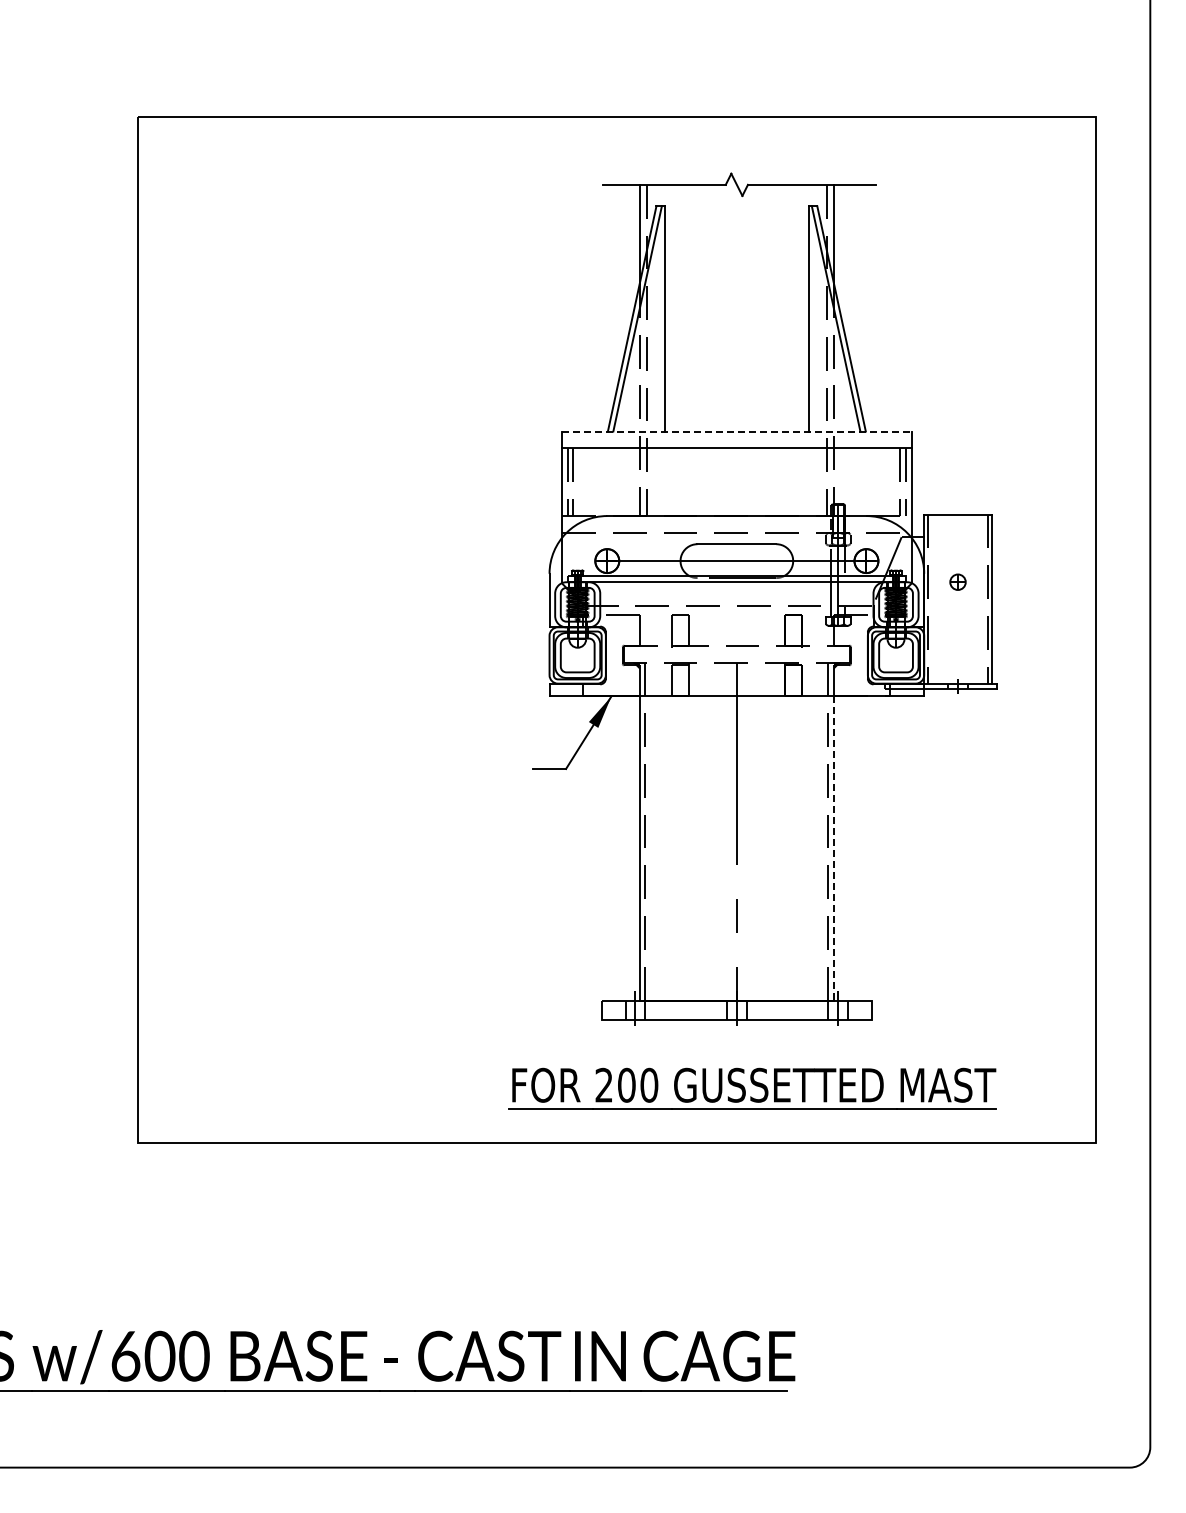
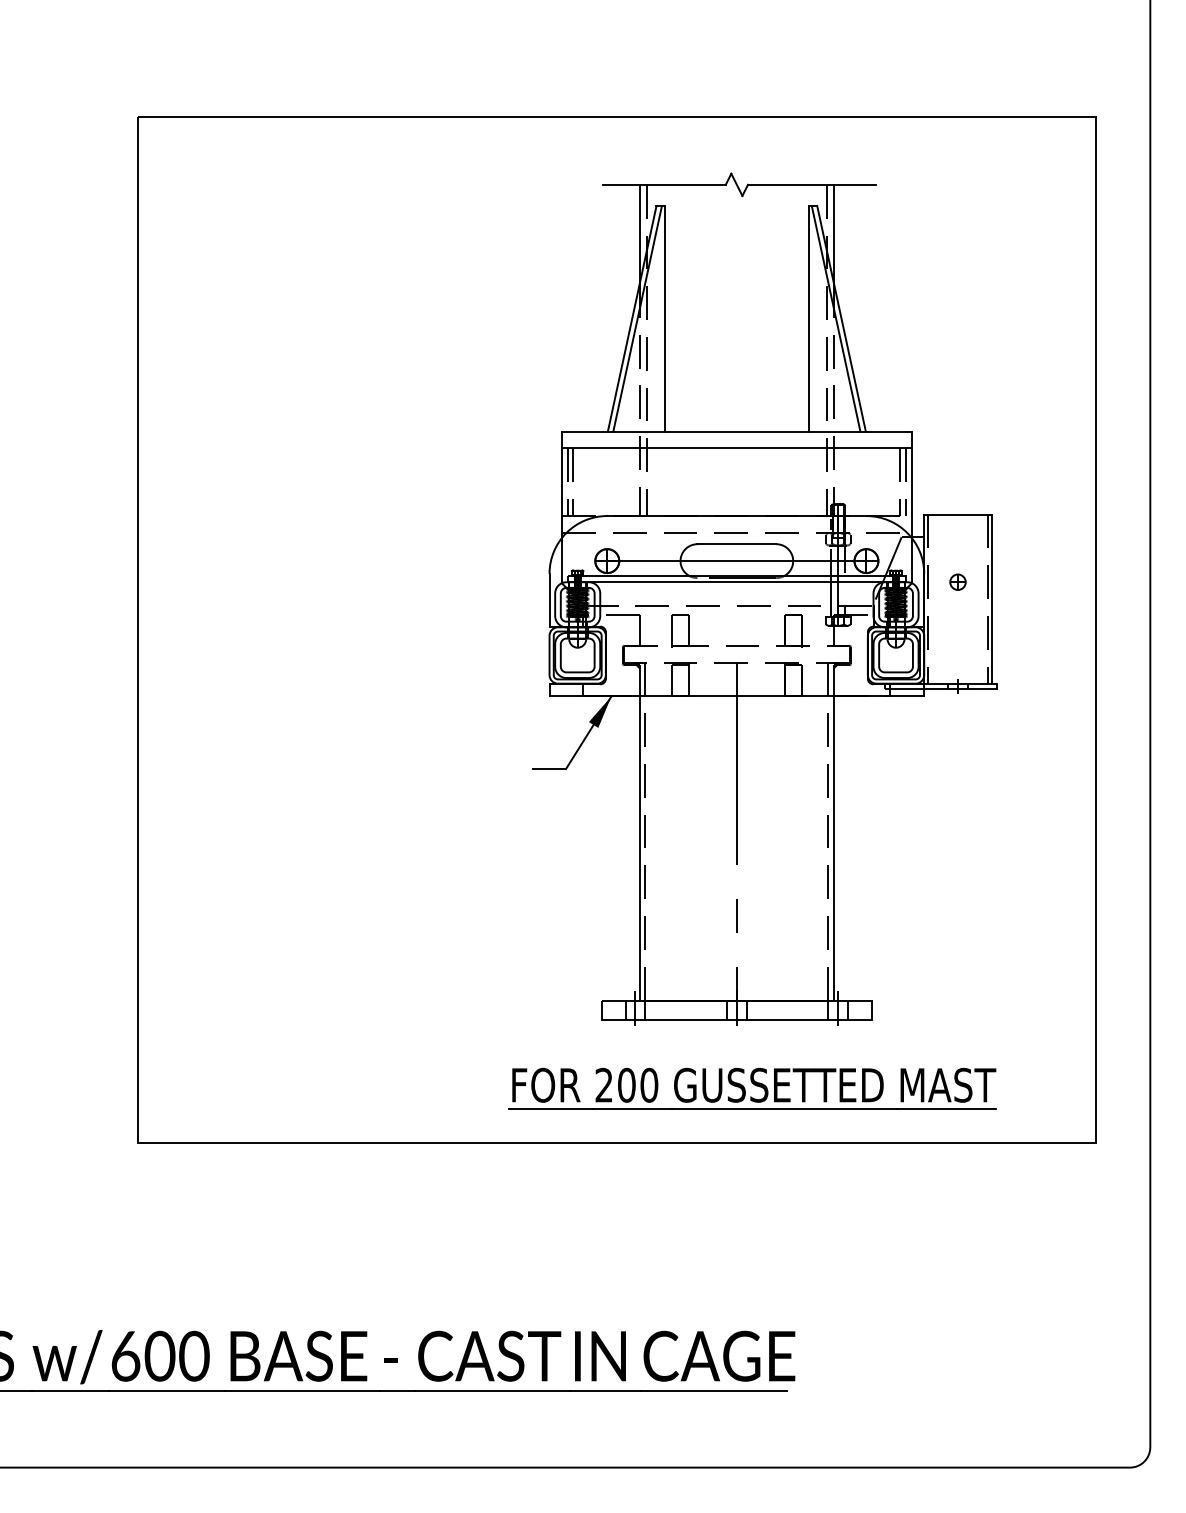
line at (736, 431): dashed -> solid
line at (834, 848): dashed -> solid
